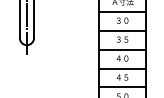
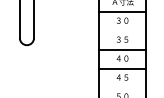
line at (26, 28): present -> none
line at (122, 30): present -> none
line at (122, 87): present -> none
